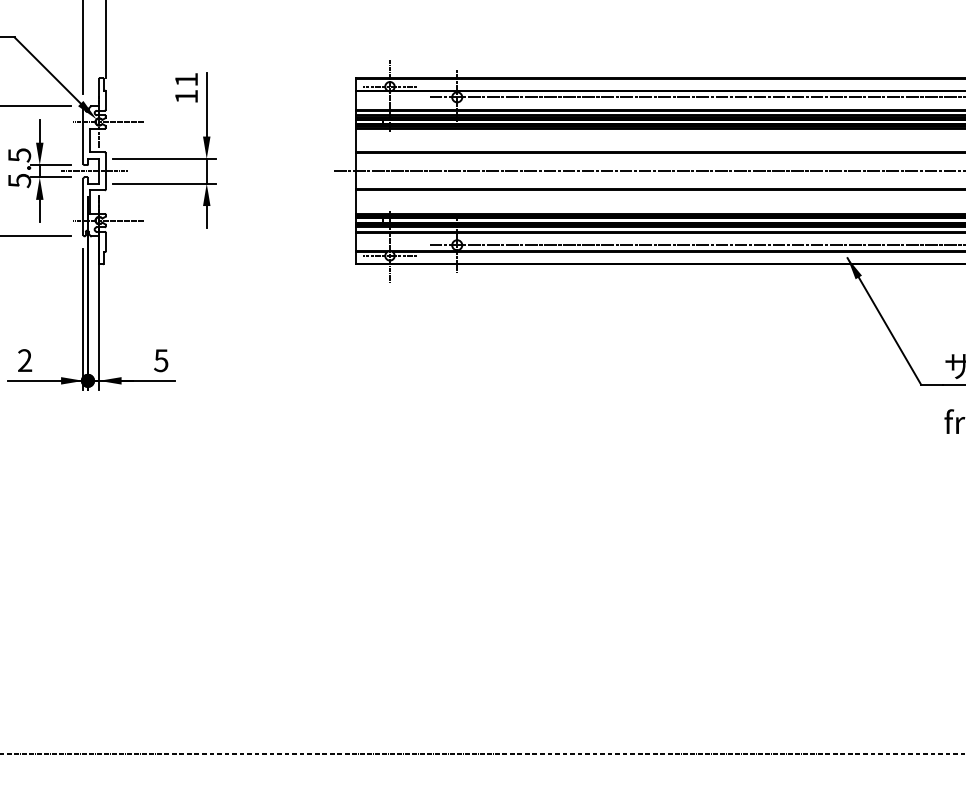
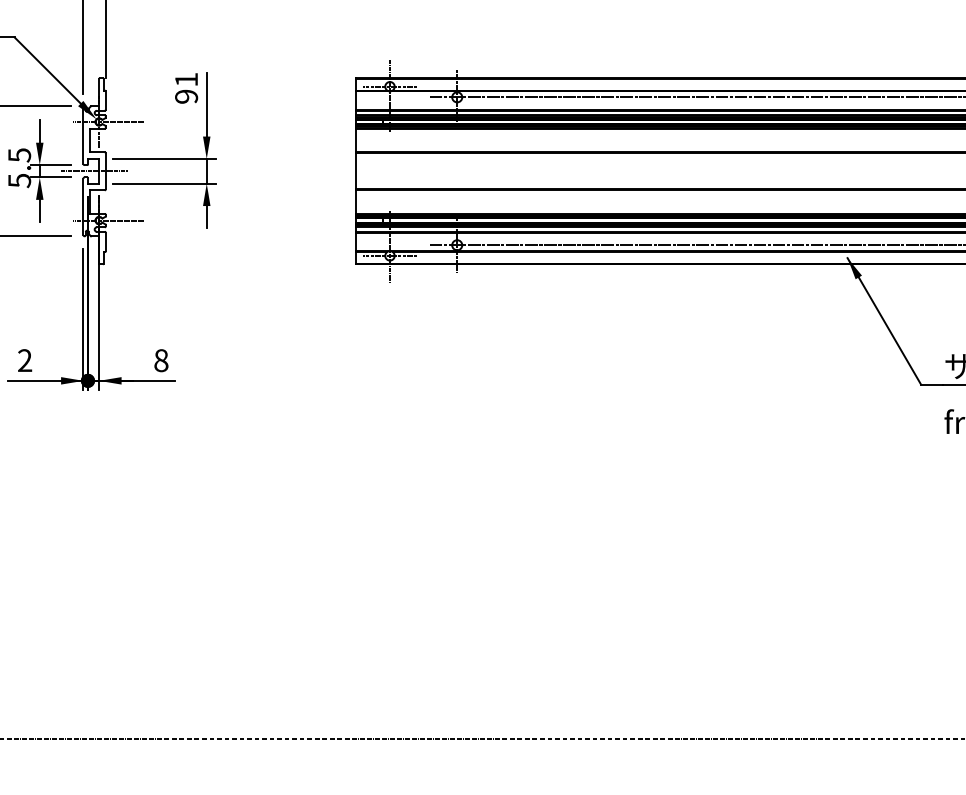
text at (186, 96): 11 -> 91
line at (647, 171): present -> none
text at (161, 360): 5 -> 8
line at (482, 754) position: (482, 754) -> (482, 739)
